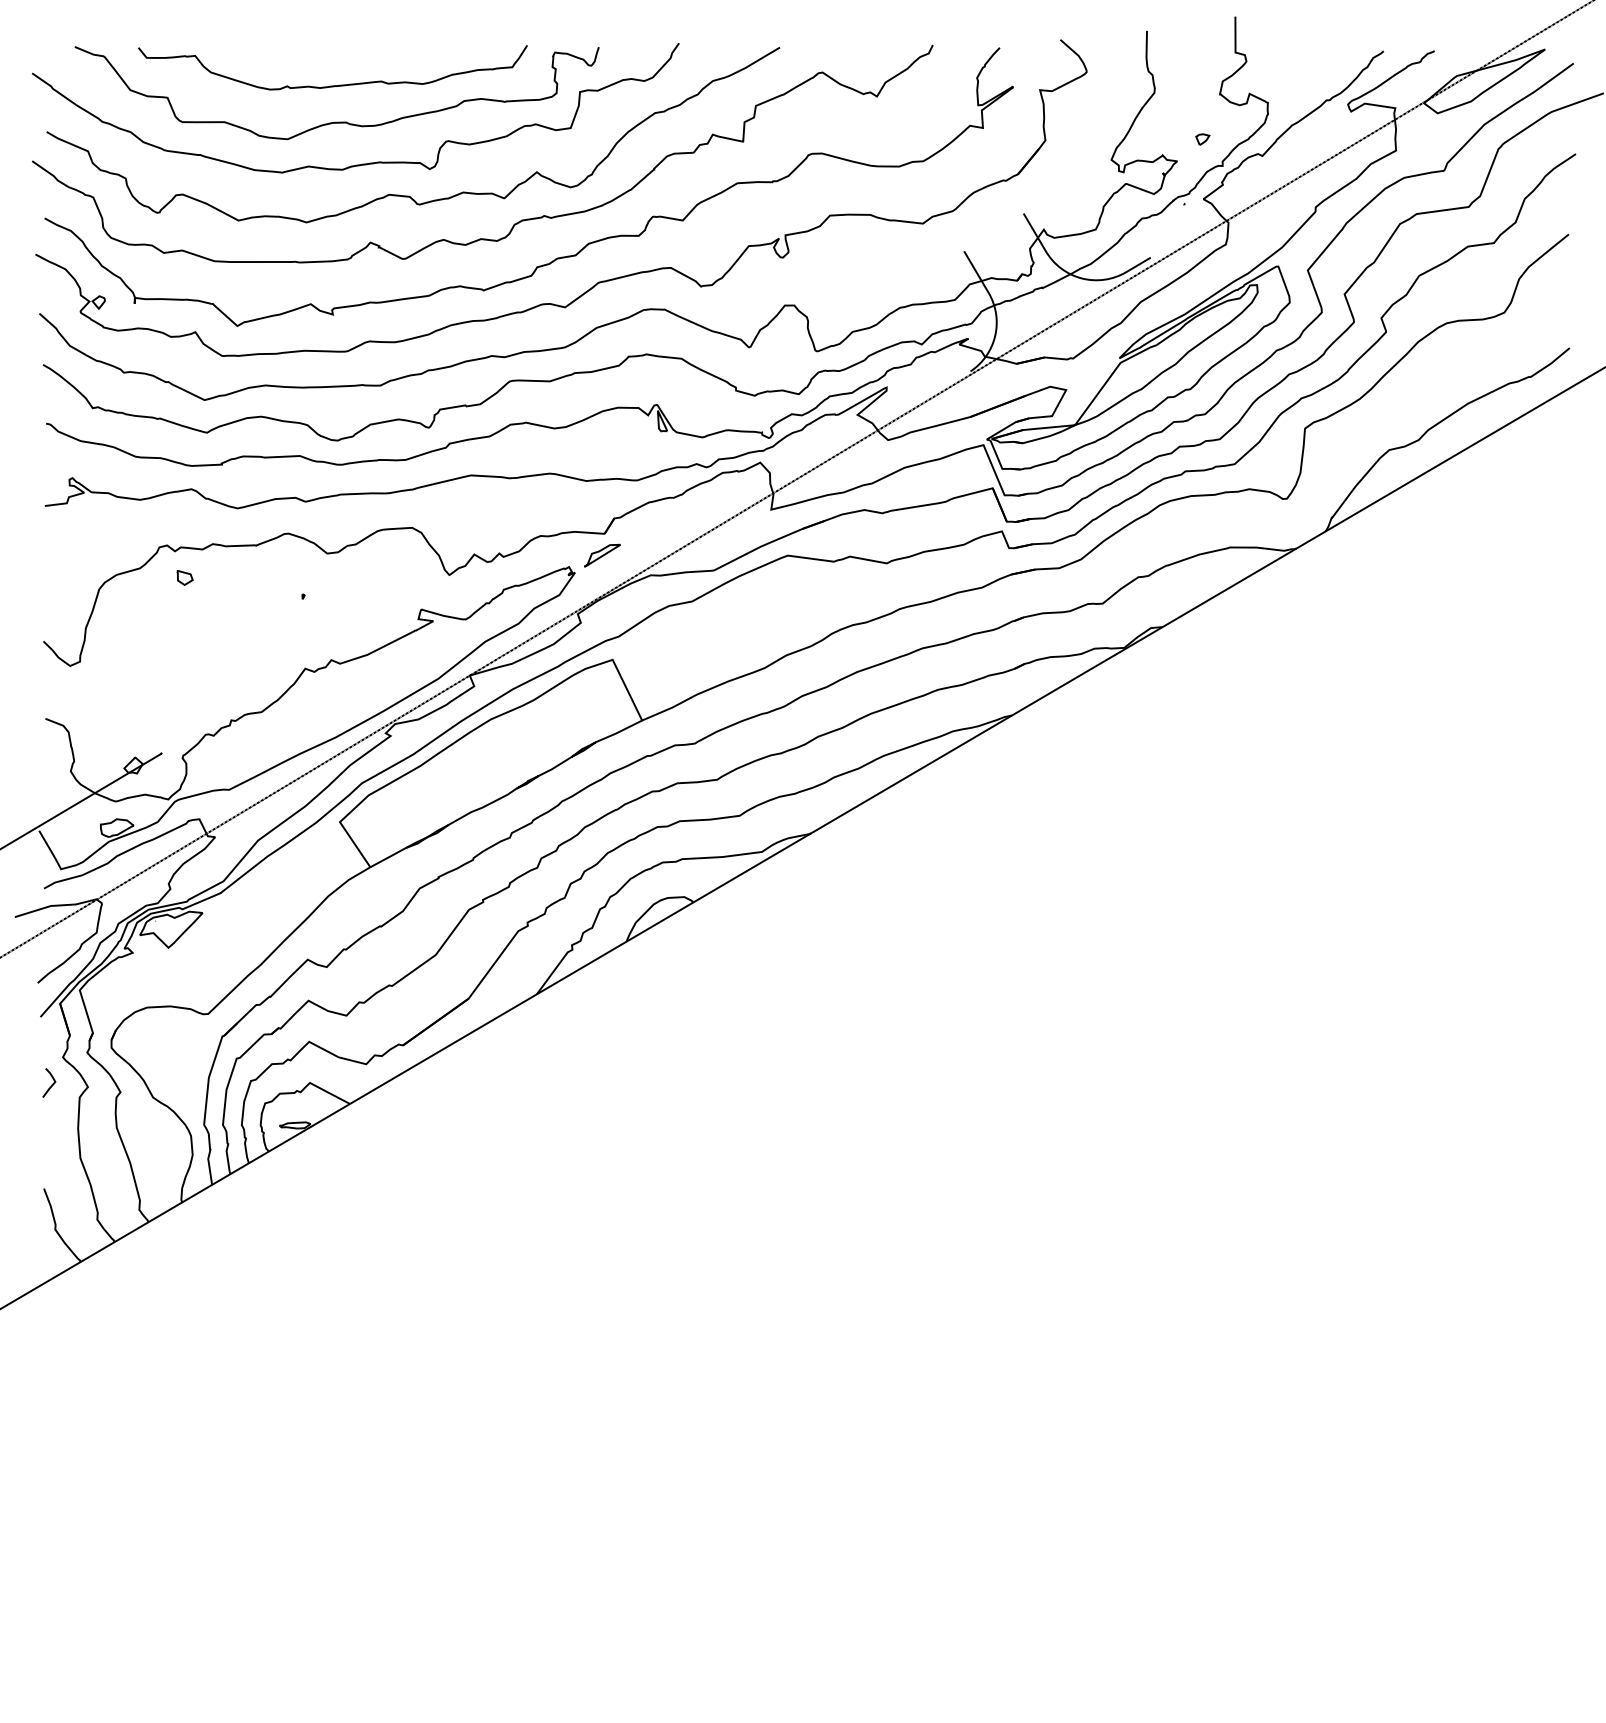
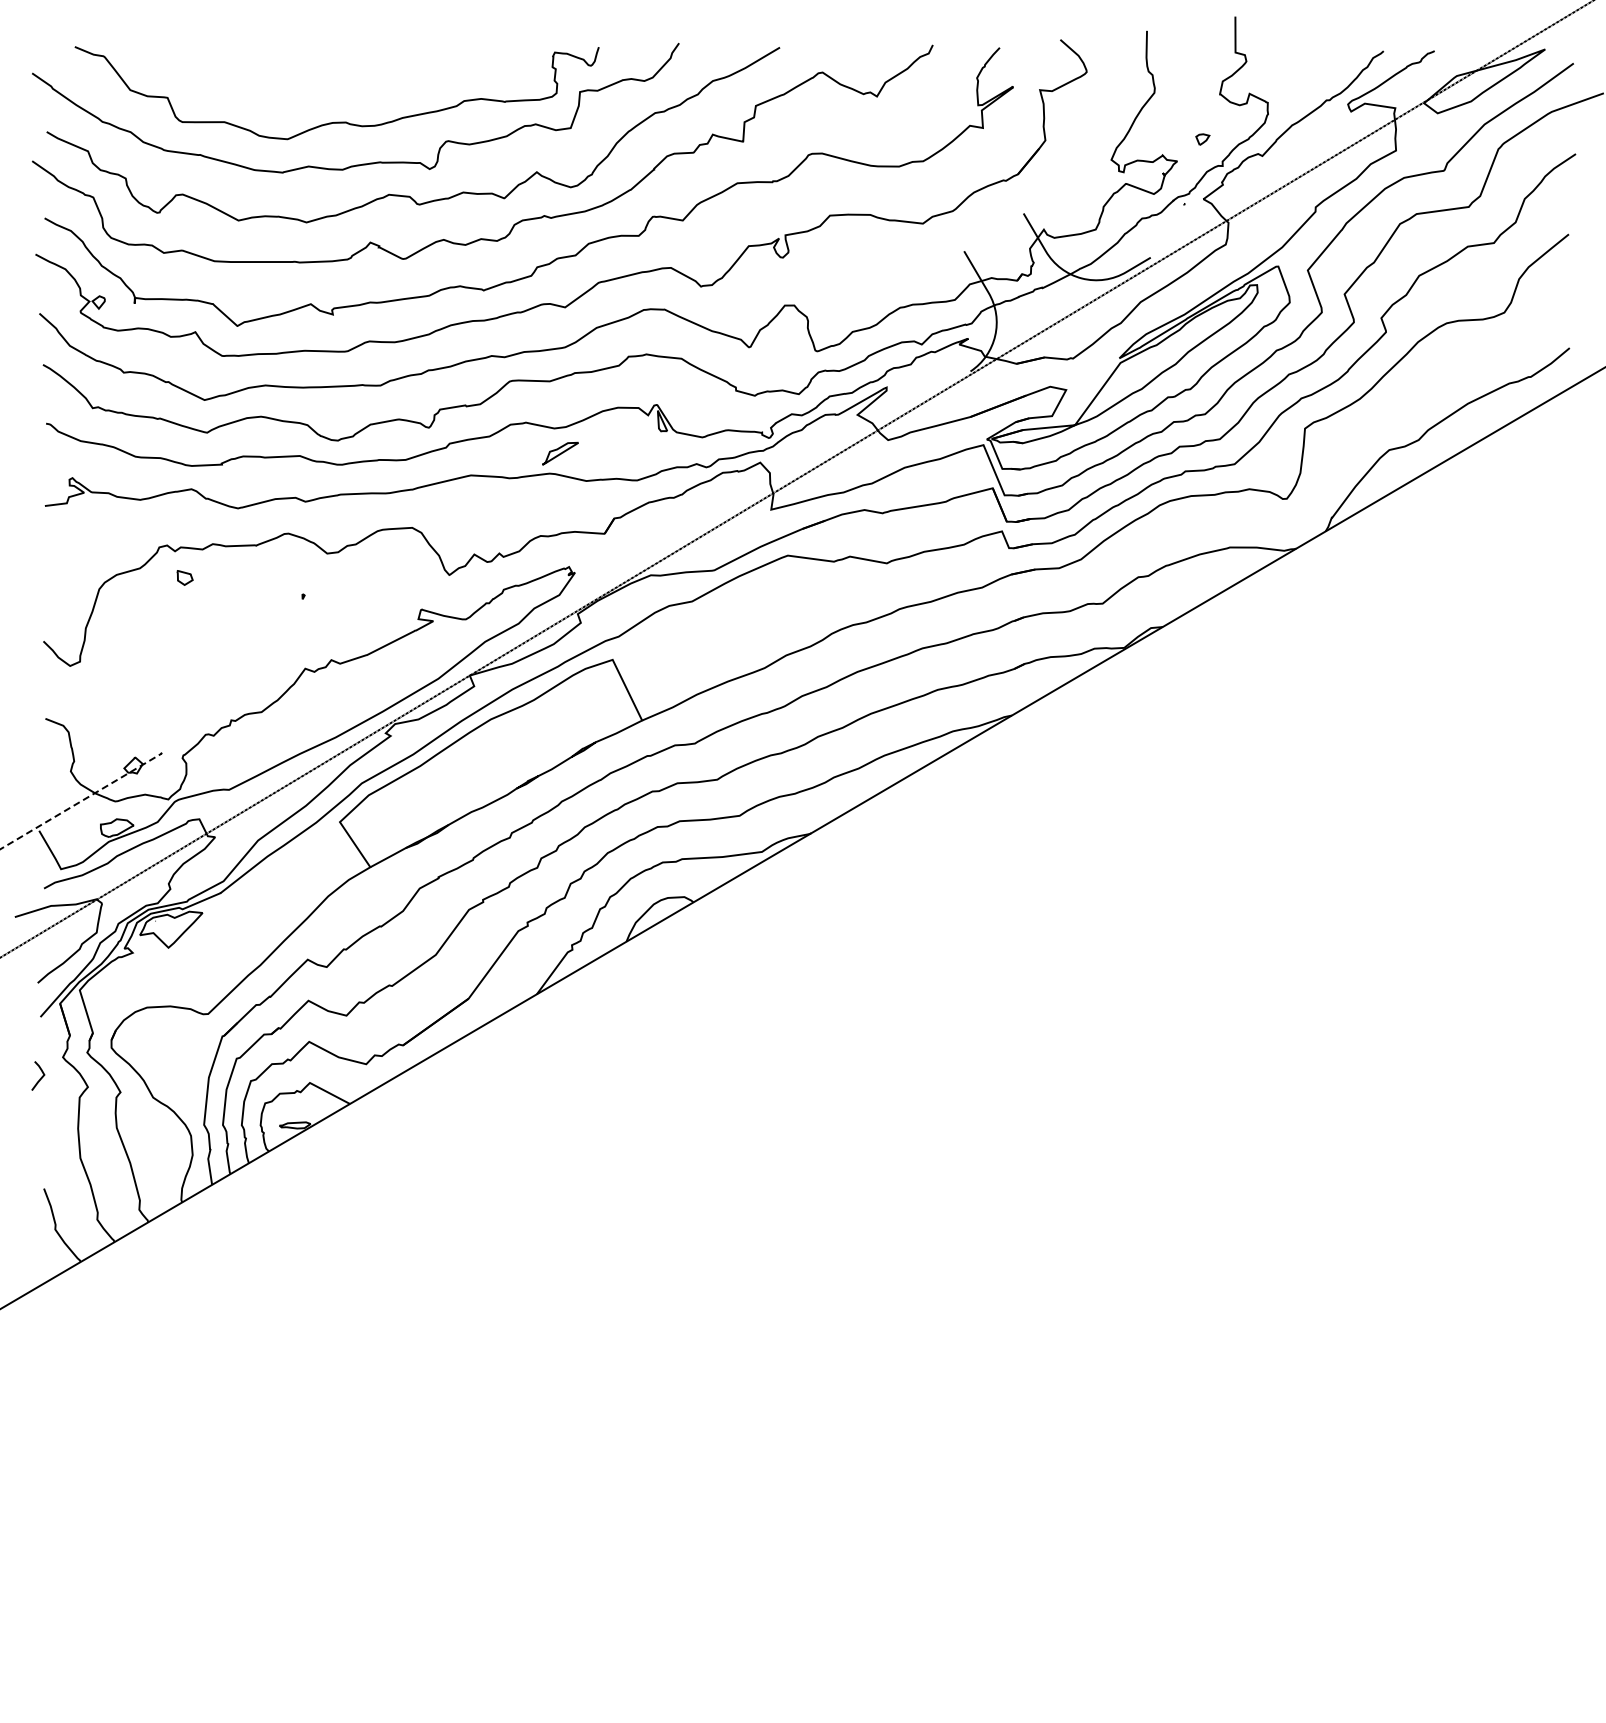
curve at (332, 85): present -> none
part at (602, 555) position: (602, 555) -> (560, 453)
line at (80, 801): solid -> dashed
curve at (51, 1084) position: (51, 1084) -> (40, 1077)
